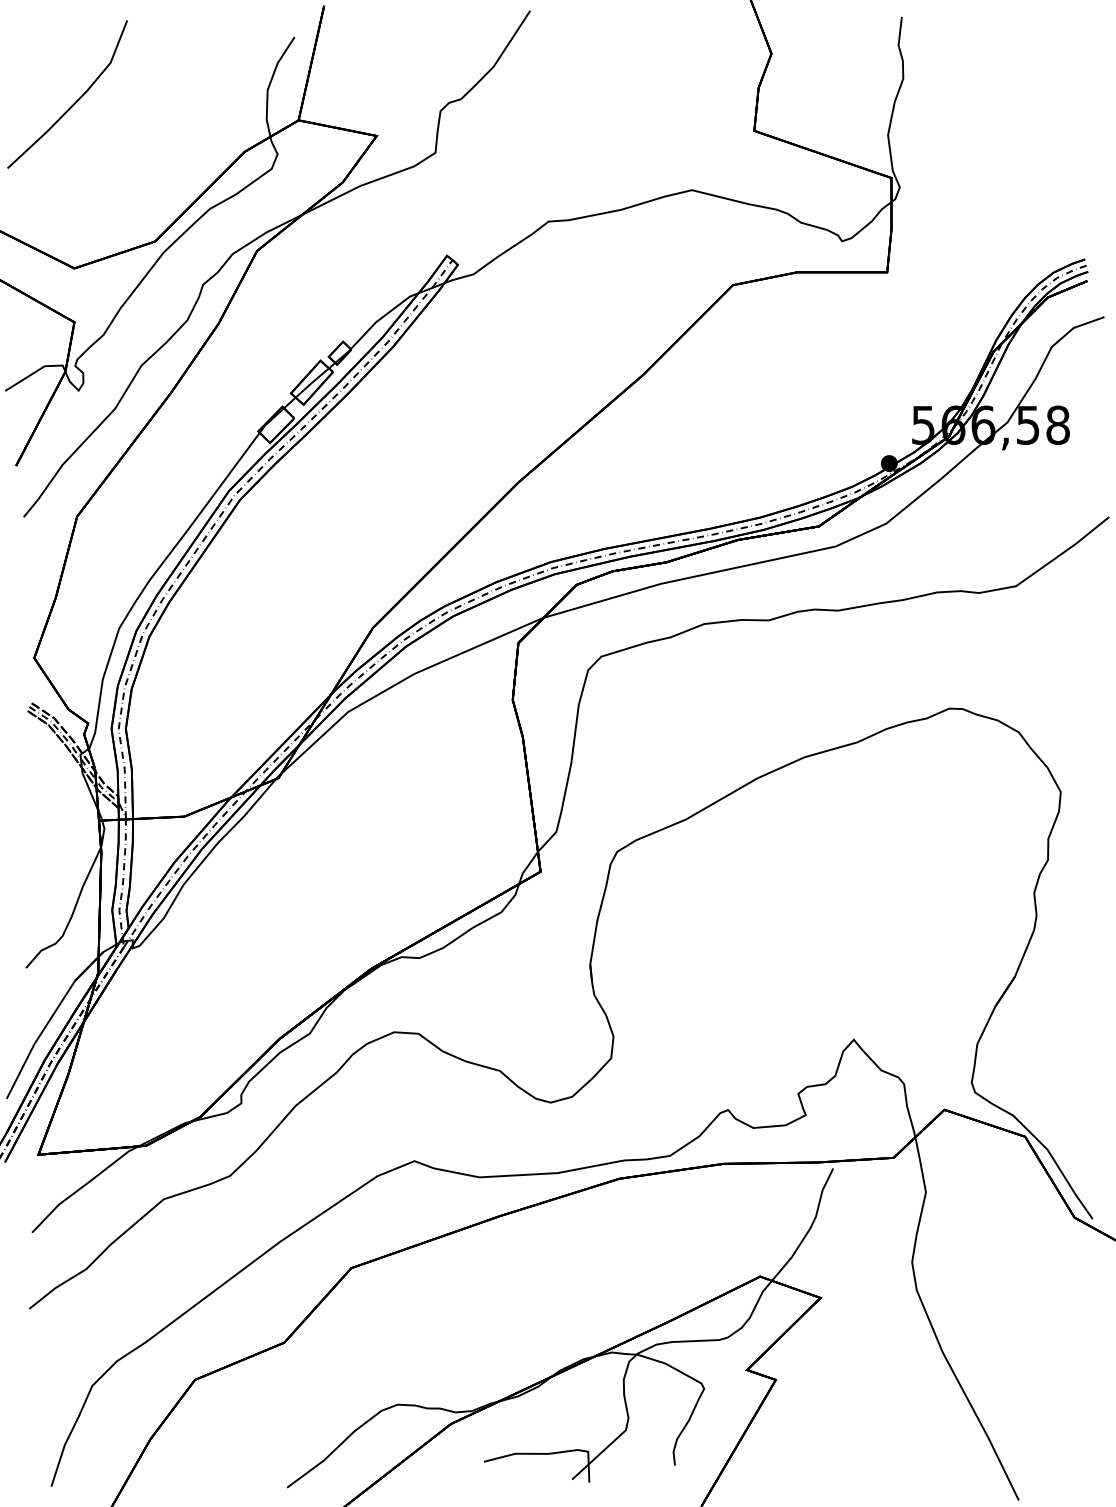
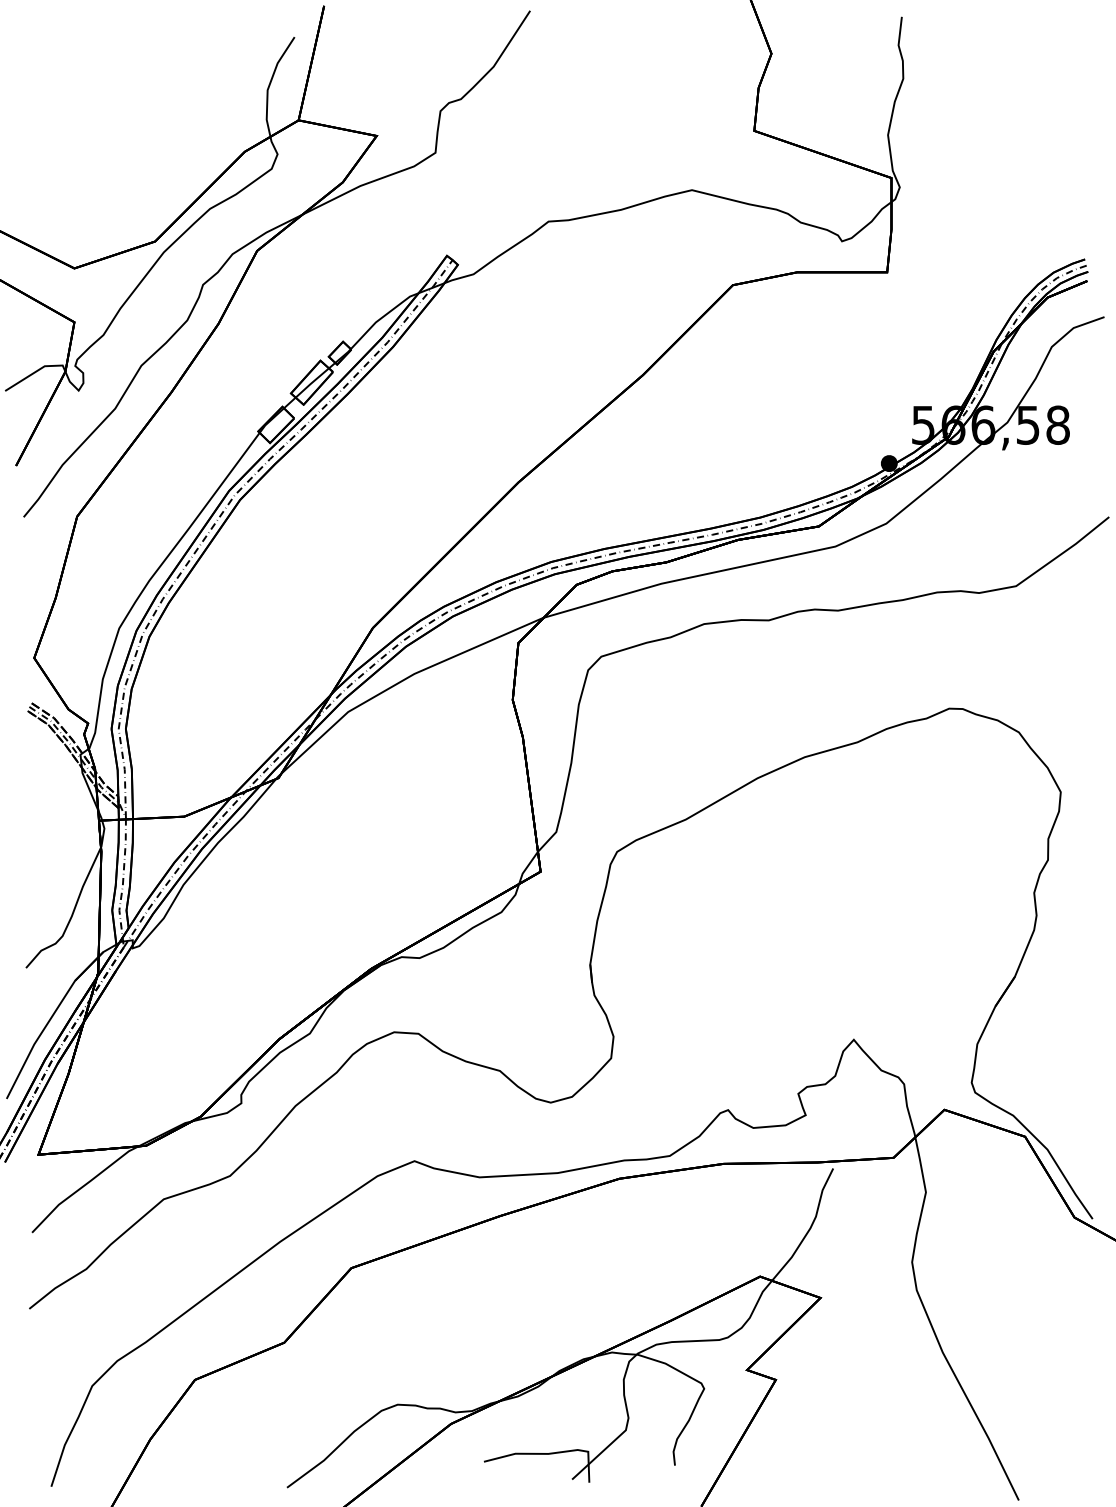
line at (75, 101): present -> none
